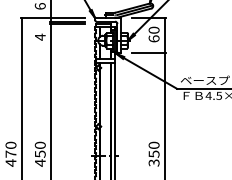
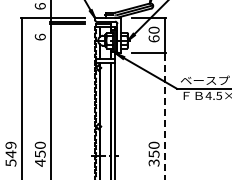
text at (39, 36): 4 -> 6
line at (164, 116): solid -> dashed
text at (10, 153): 470 -> 549
